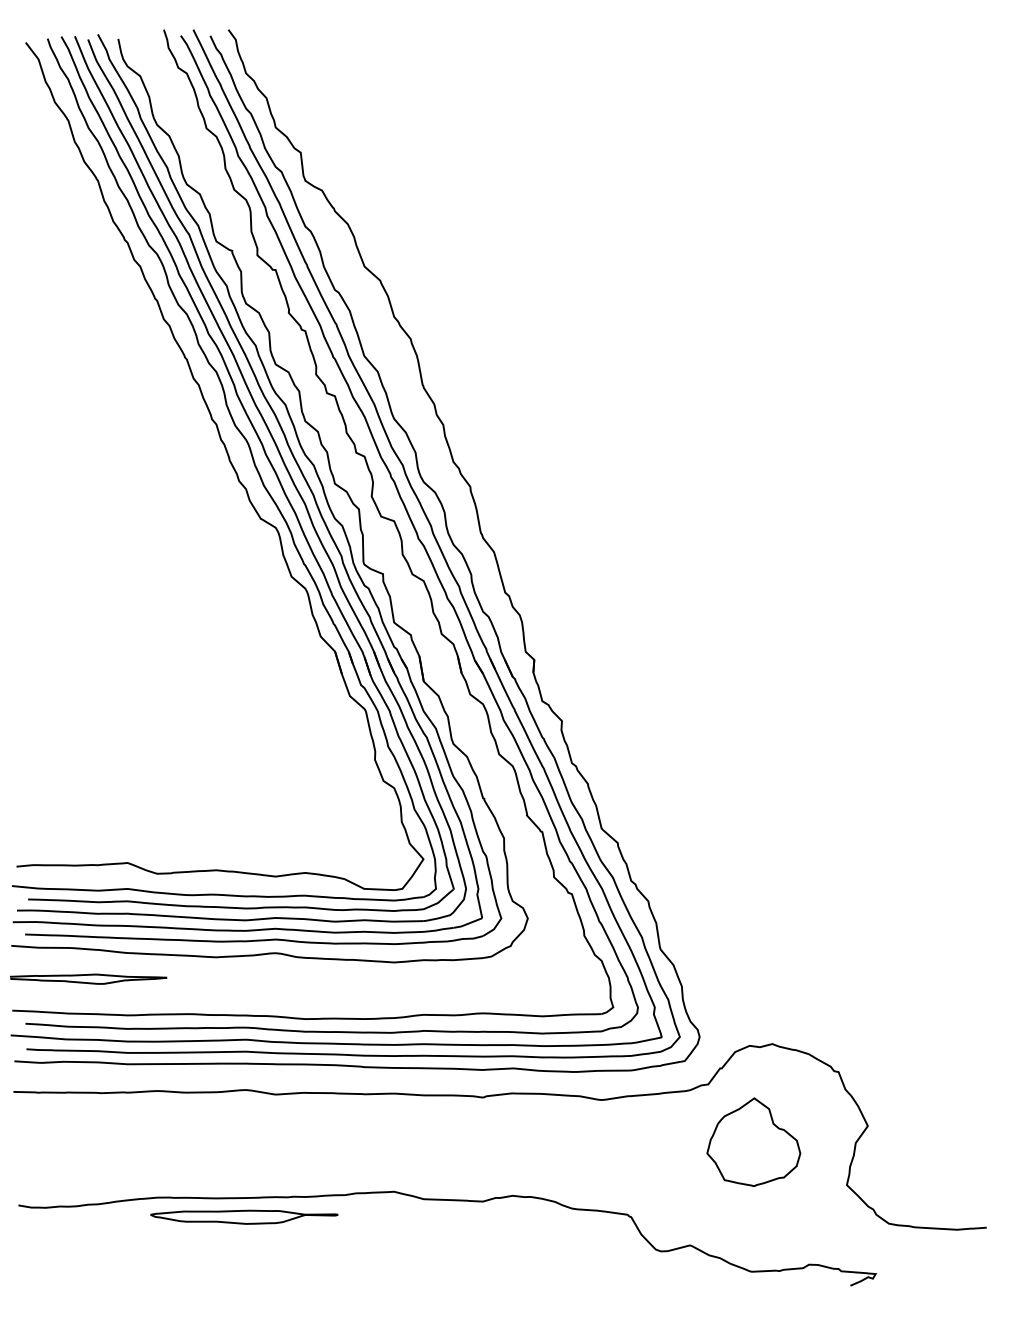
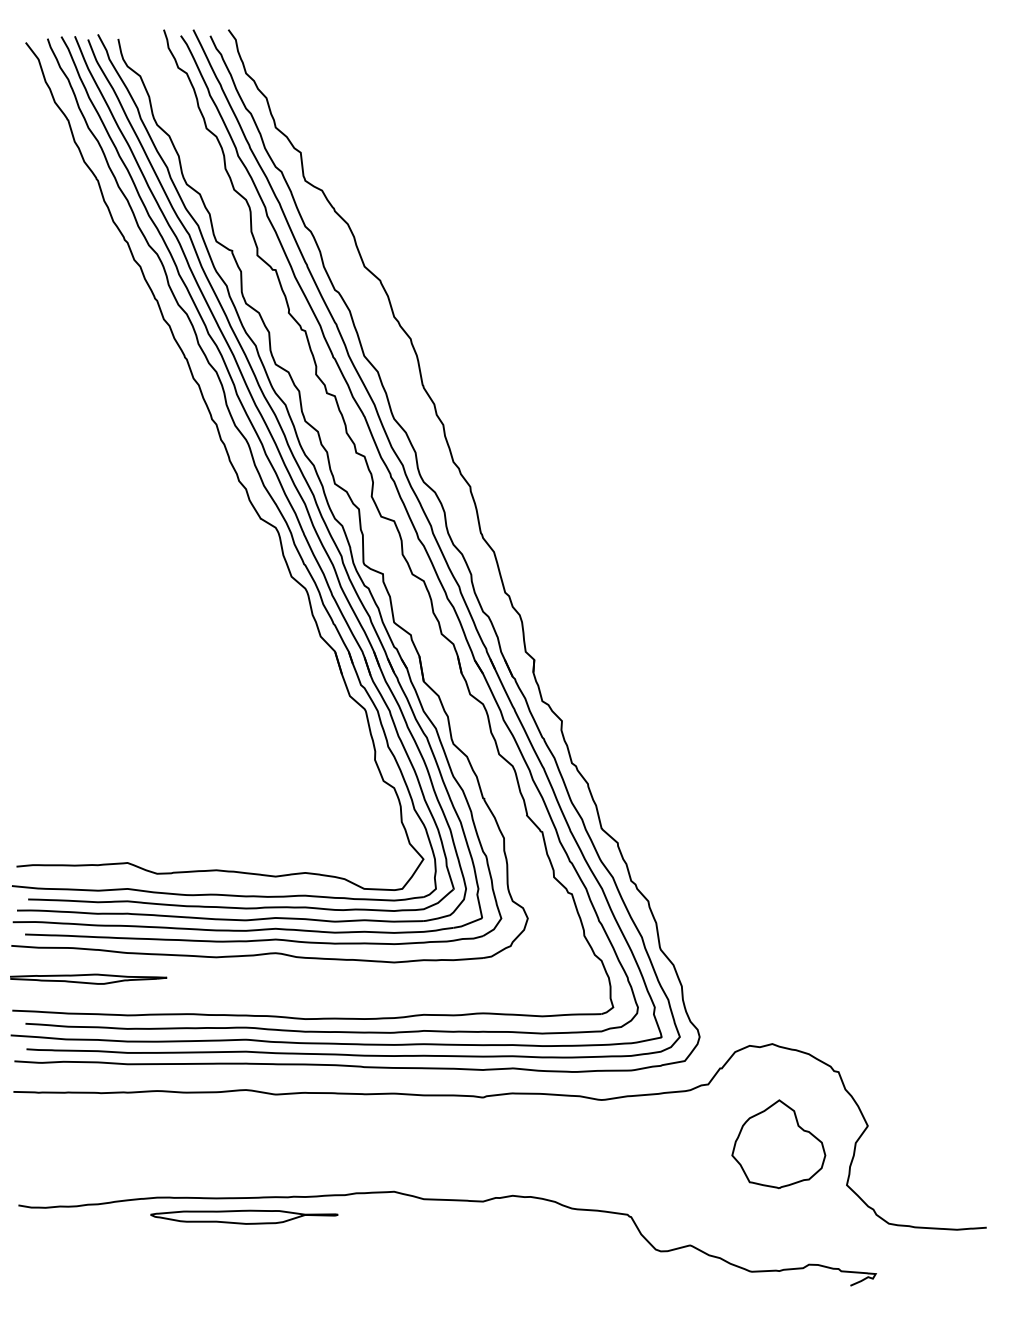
part at (753, 1142) position: (753, 1142) -> (778, 1144)
